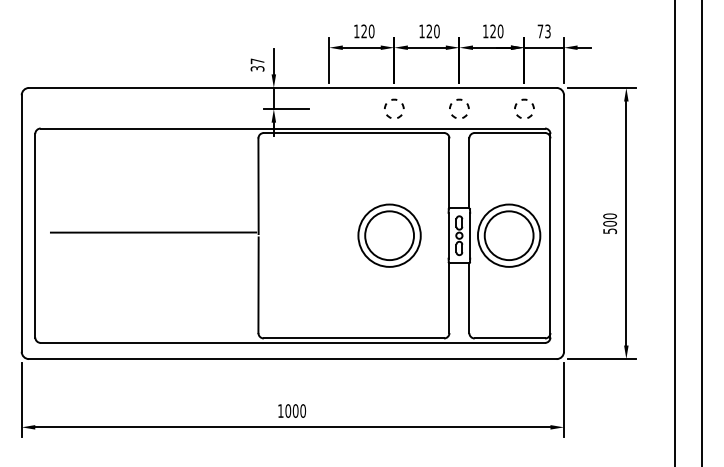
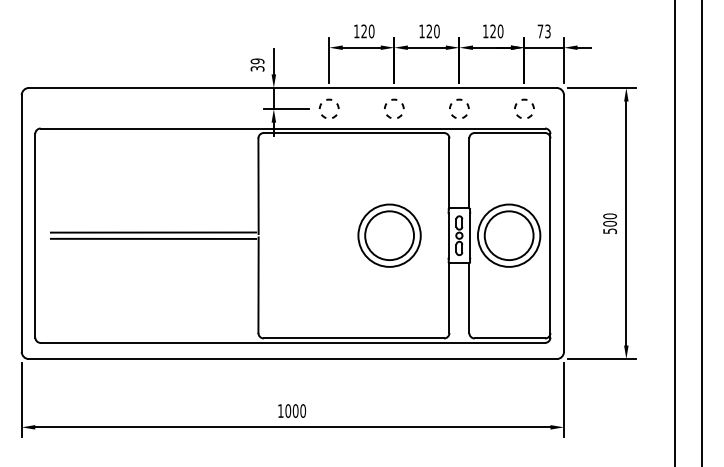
text at (257, 61): 37 -> 39
part at (322, 104): none -> present
line at (153, 238): none -> present
